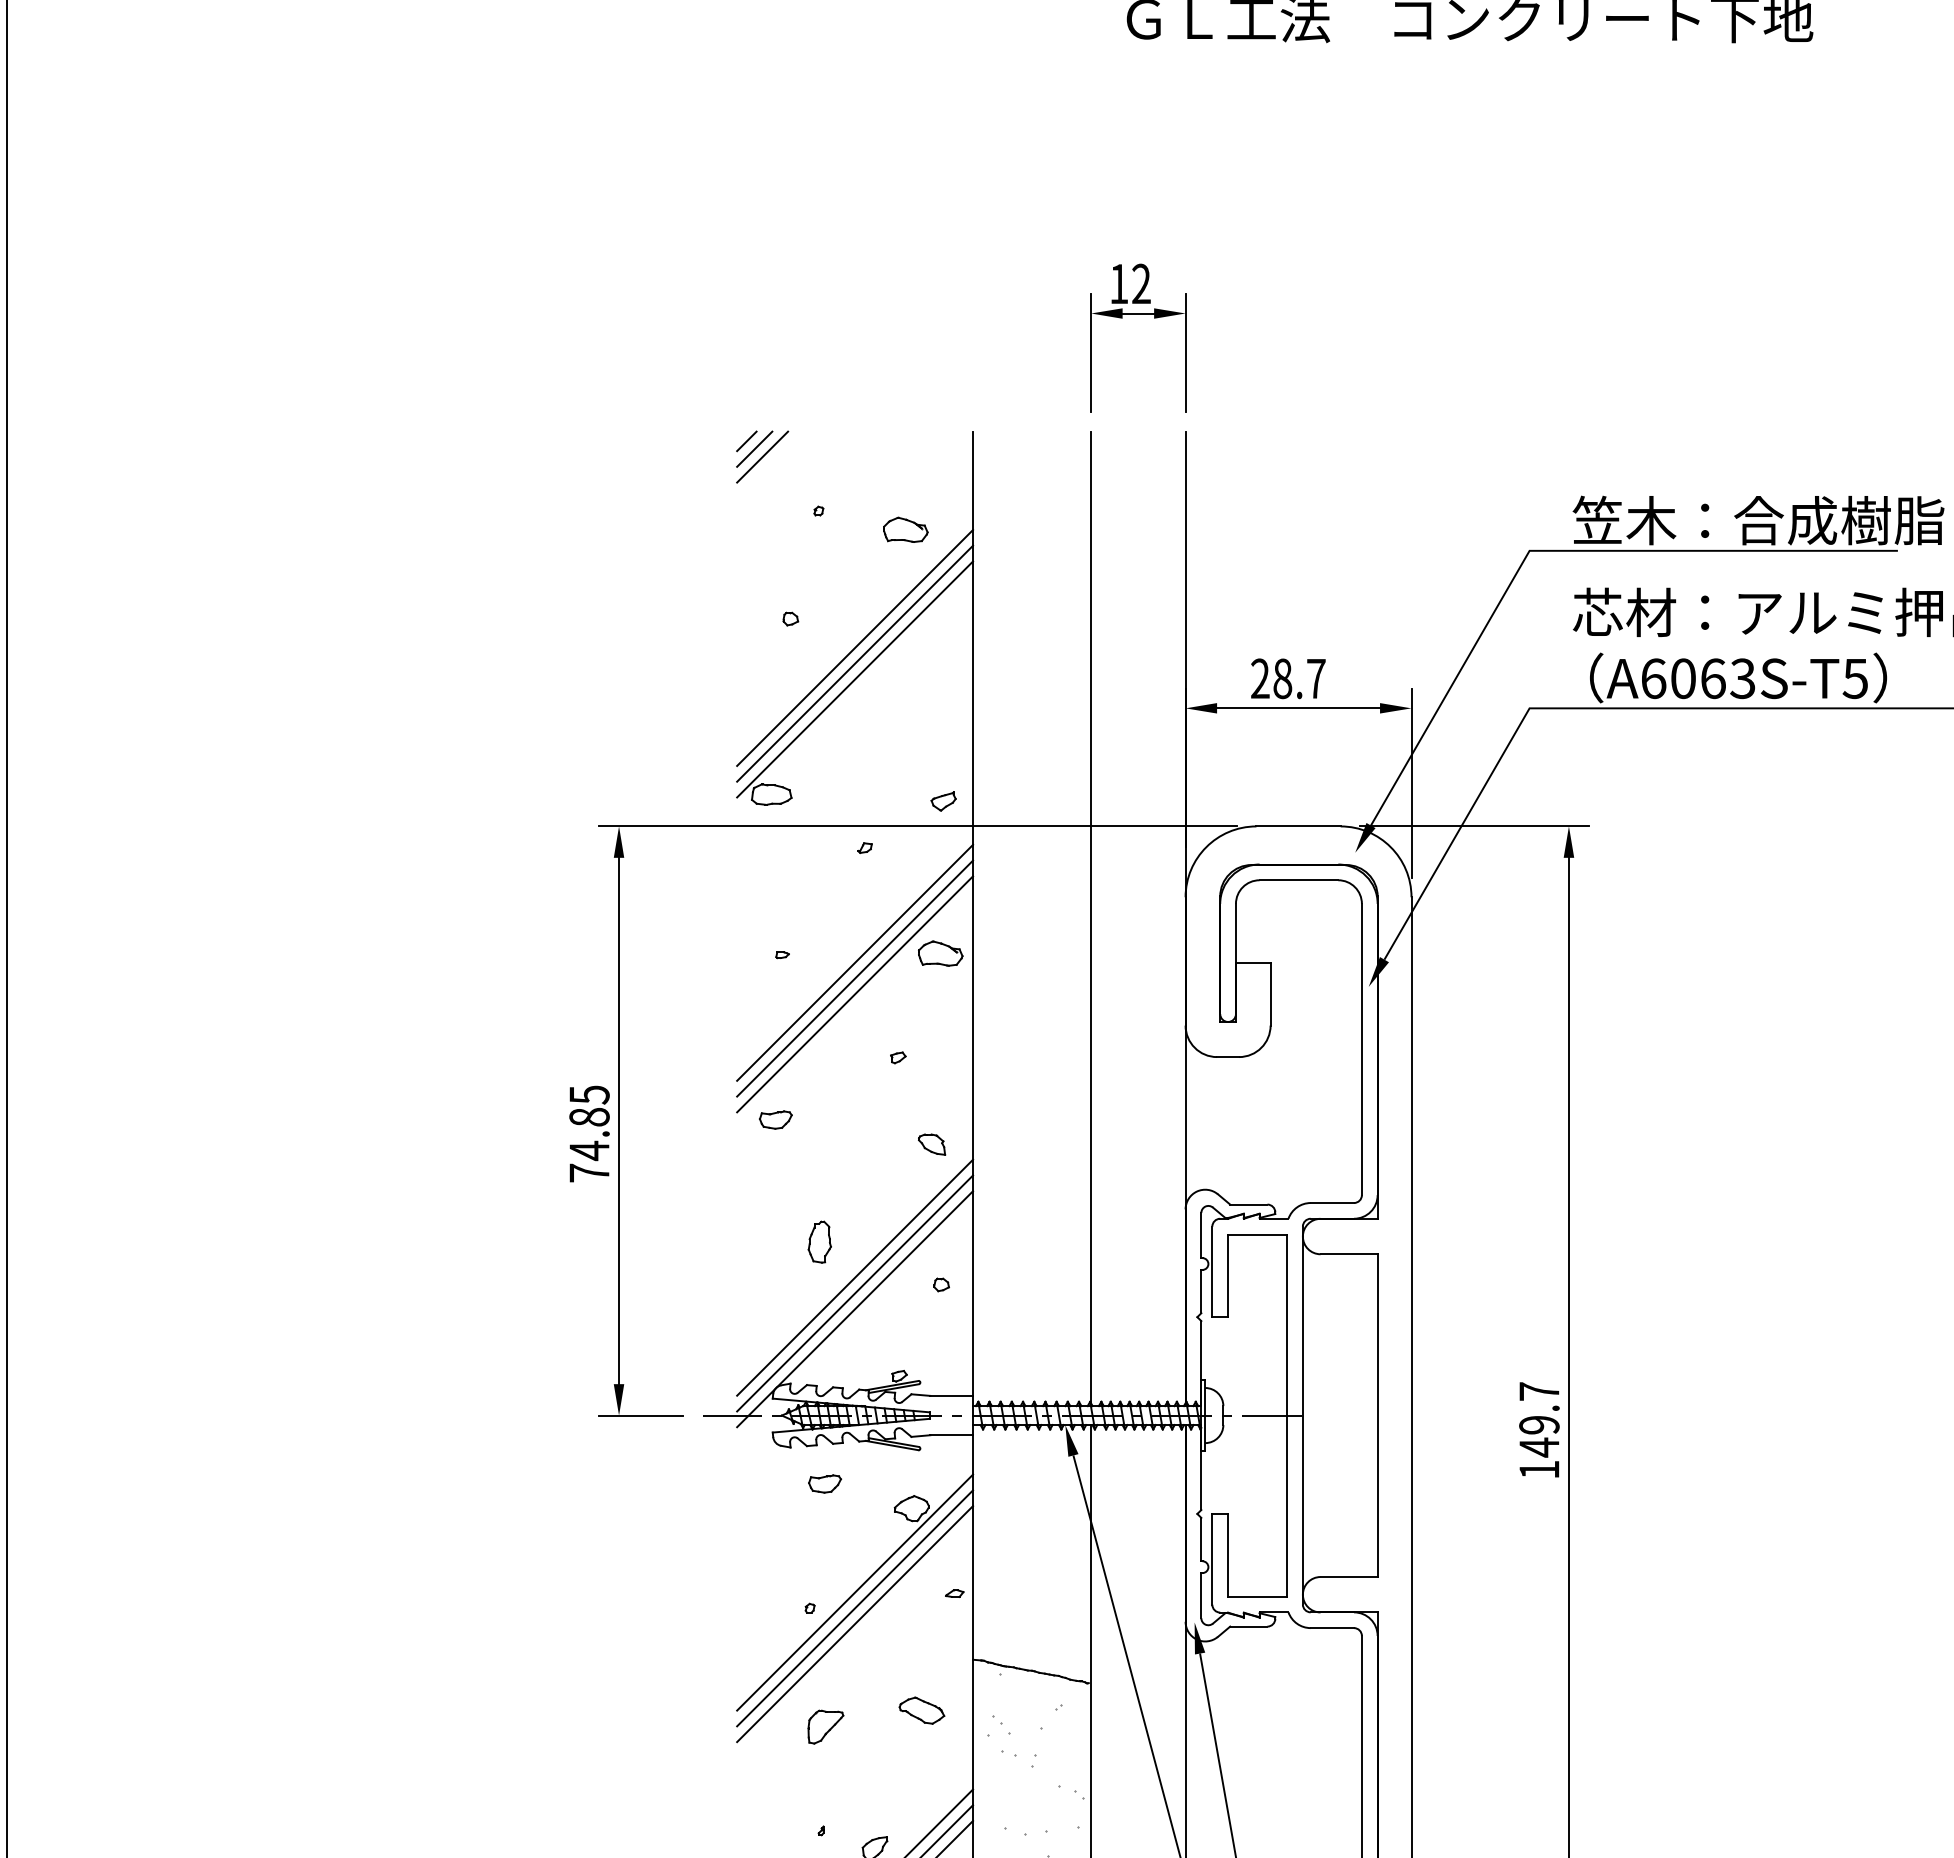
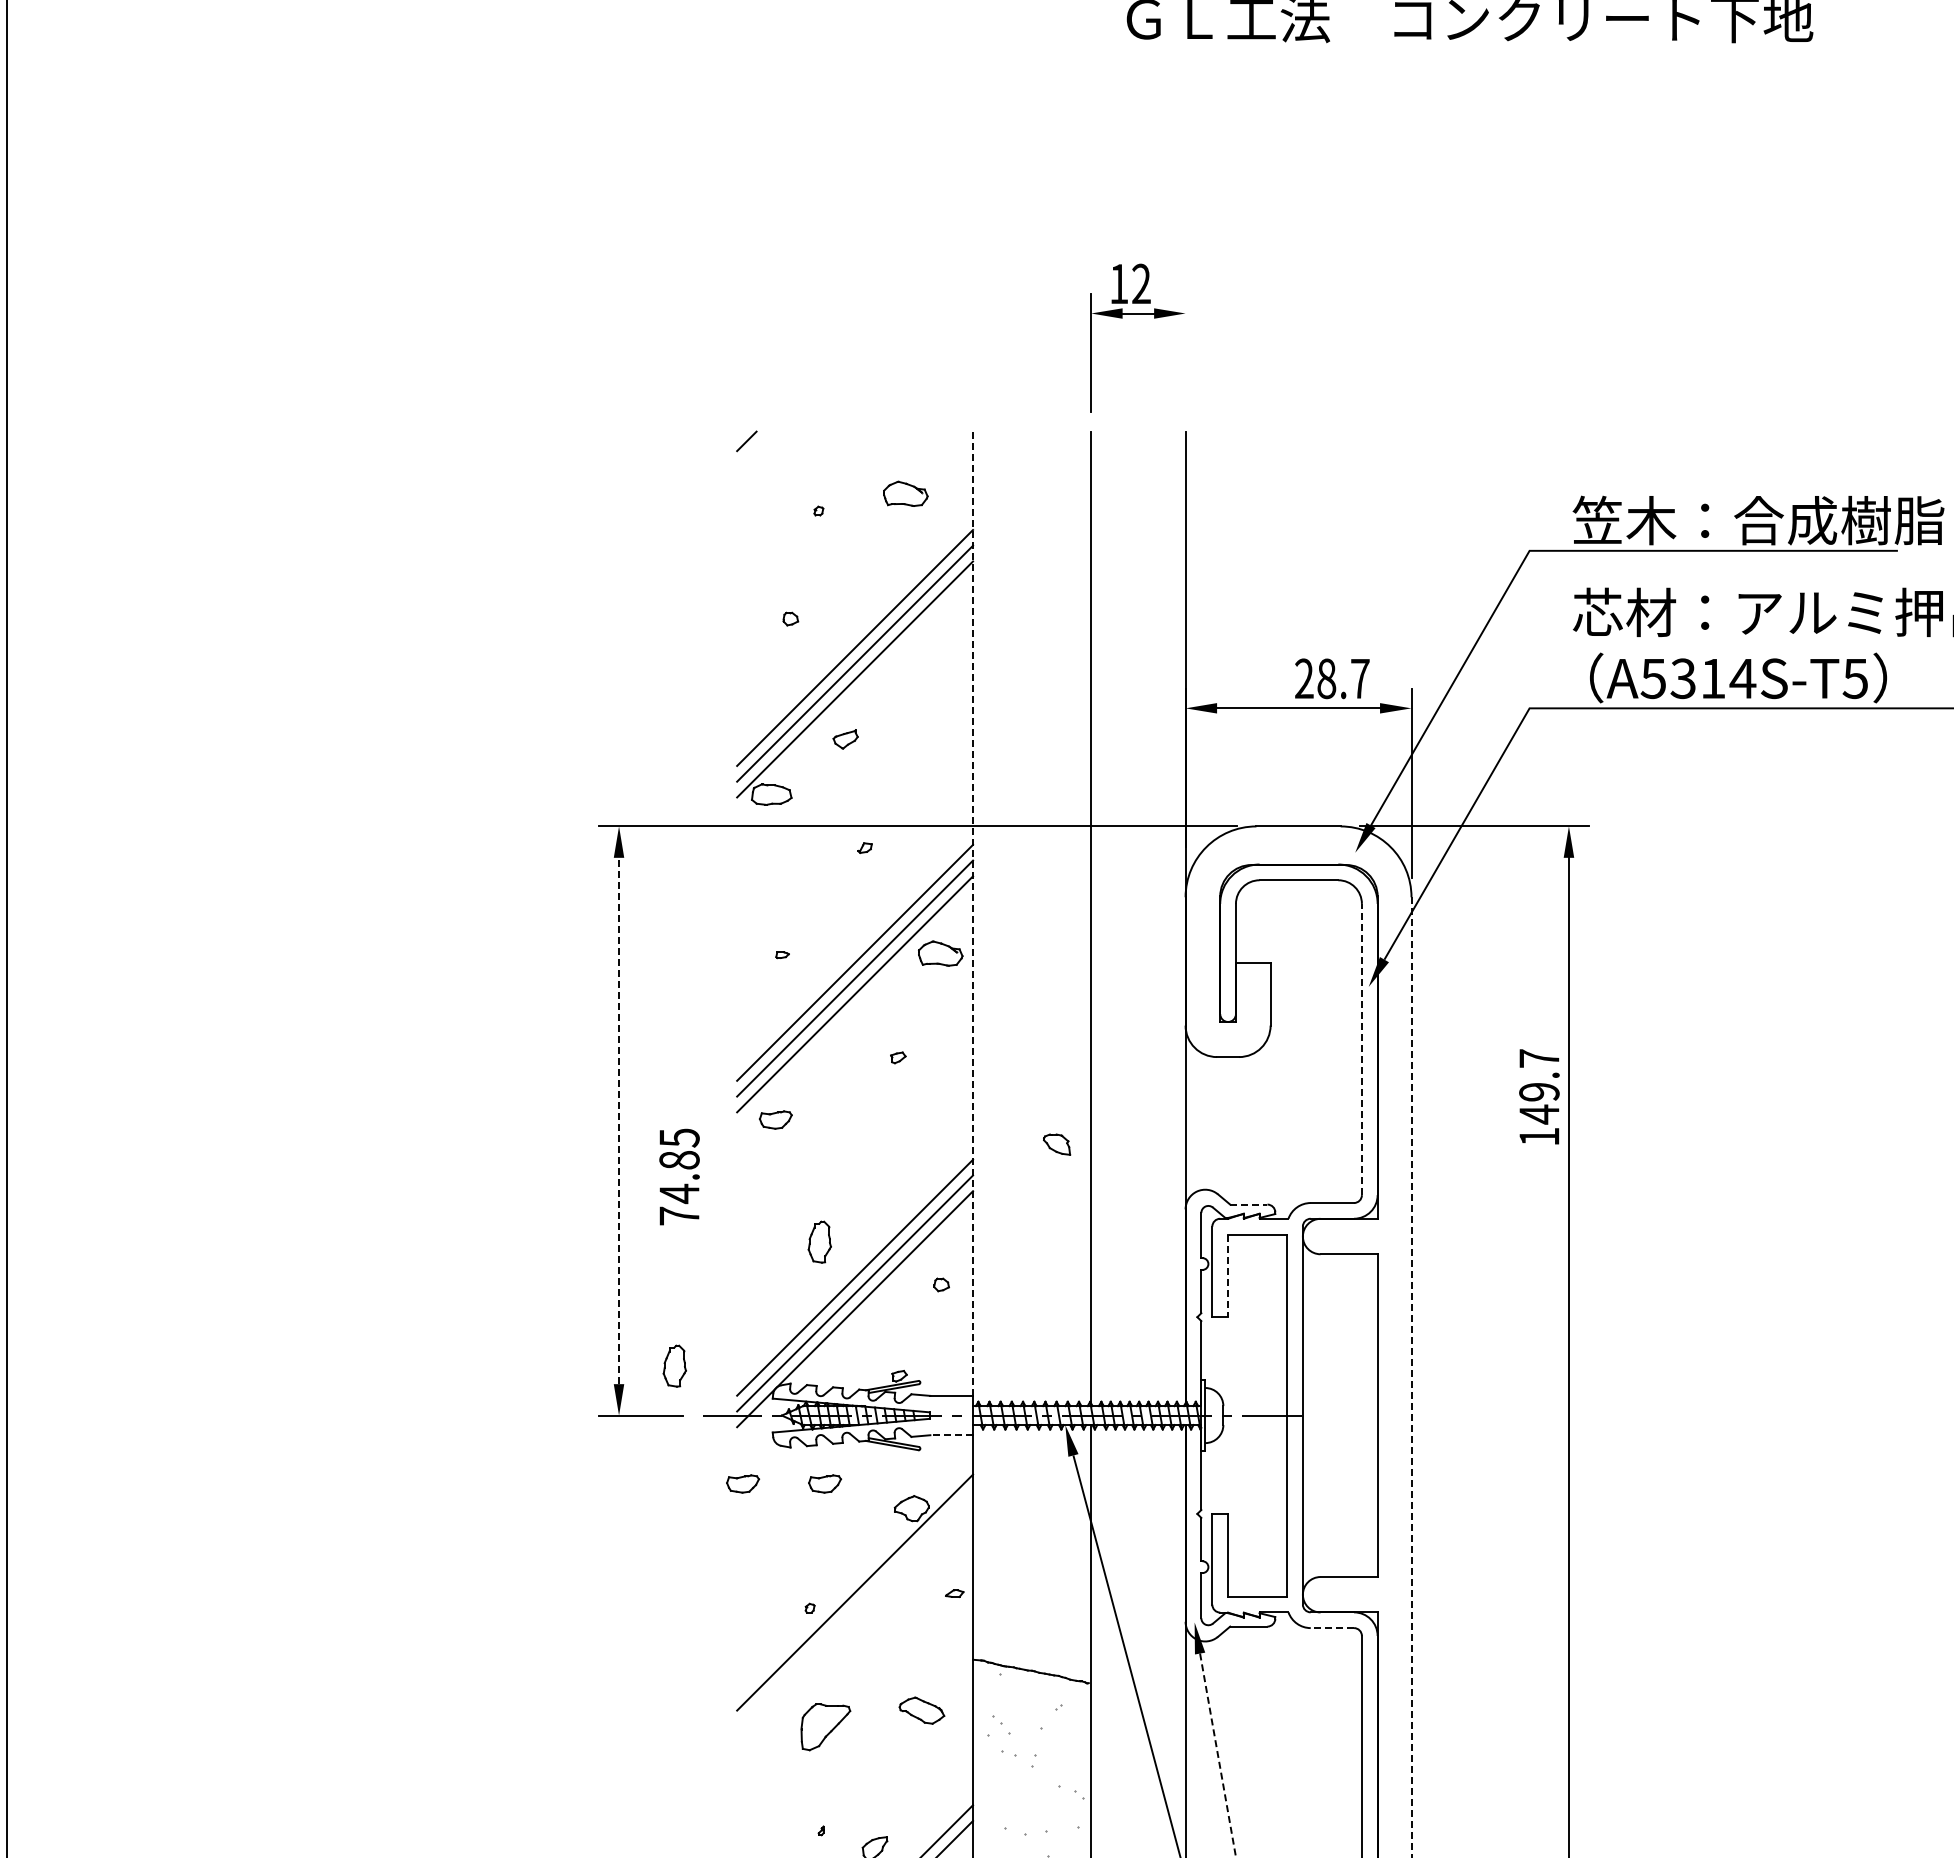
line at (1185, 352): present -> none
line at (754, 448): present -> none
line at (762, 456): present -> none
part at (905, 529) position: (905, 529) -> (905, 493)
text at (1288, 678) position: (1288, 678) -> (1332, 678)
text at (1698, 678): A6063S-T5 -> A5314S-T5
part at (943, 801) position: (943, 801) -> (845, 739)
line at (973, 913): solid -> dashed
line at (1361, 1049): solid -> dashed
line at (619, 1120): solid -> dashed
text at (589, 1133) position: (589, 1133) -> (679, 1176)
part at (932, 1144) position: (932, 1144) -> (1057, 1144)
line at (1248, 1204): solid -> dashed
line at (1228, 1276): solid -> dashed
part at (674, 1365): none -> present
line at (1411, 1377): solid -> dashed
text at (1539, 1429) position: (1539, 1429) -> (1539, 1096)
line at (951, 1435): solid -> dashed
part at (743, 1483): none -> present
line at (855, 1608): present -> none
line at (855, 1624): present -> none
line at (1332, 1628): solid -> dashed
part at (825, 1726) size: 38x36 px -> 52x49 px
line at (1218, 1755): solid -> dashed
line at (940, 1821): present -> none
